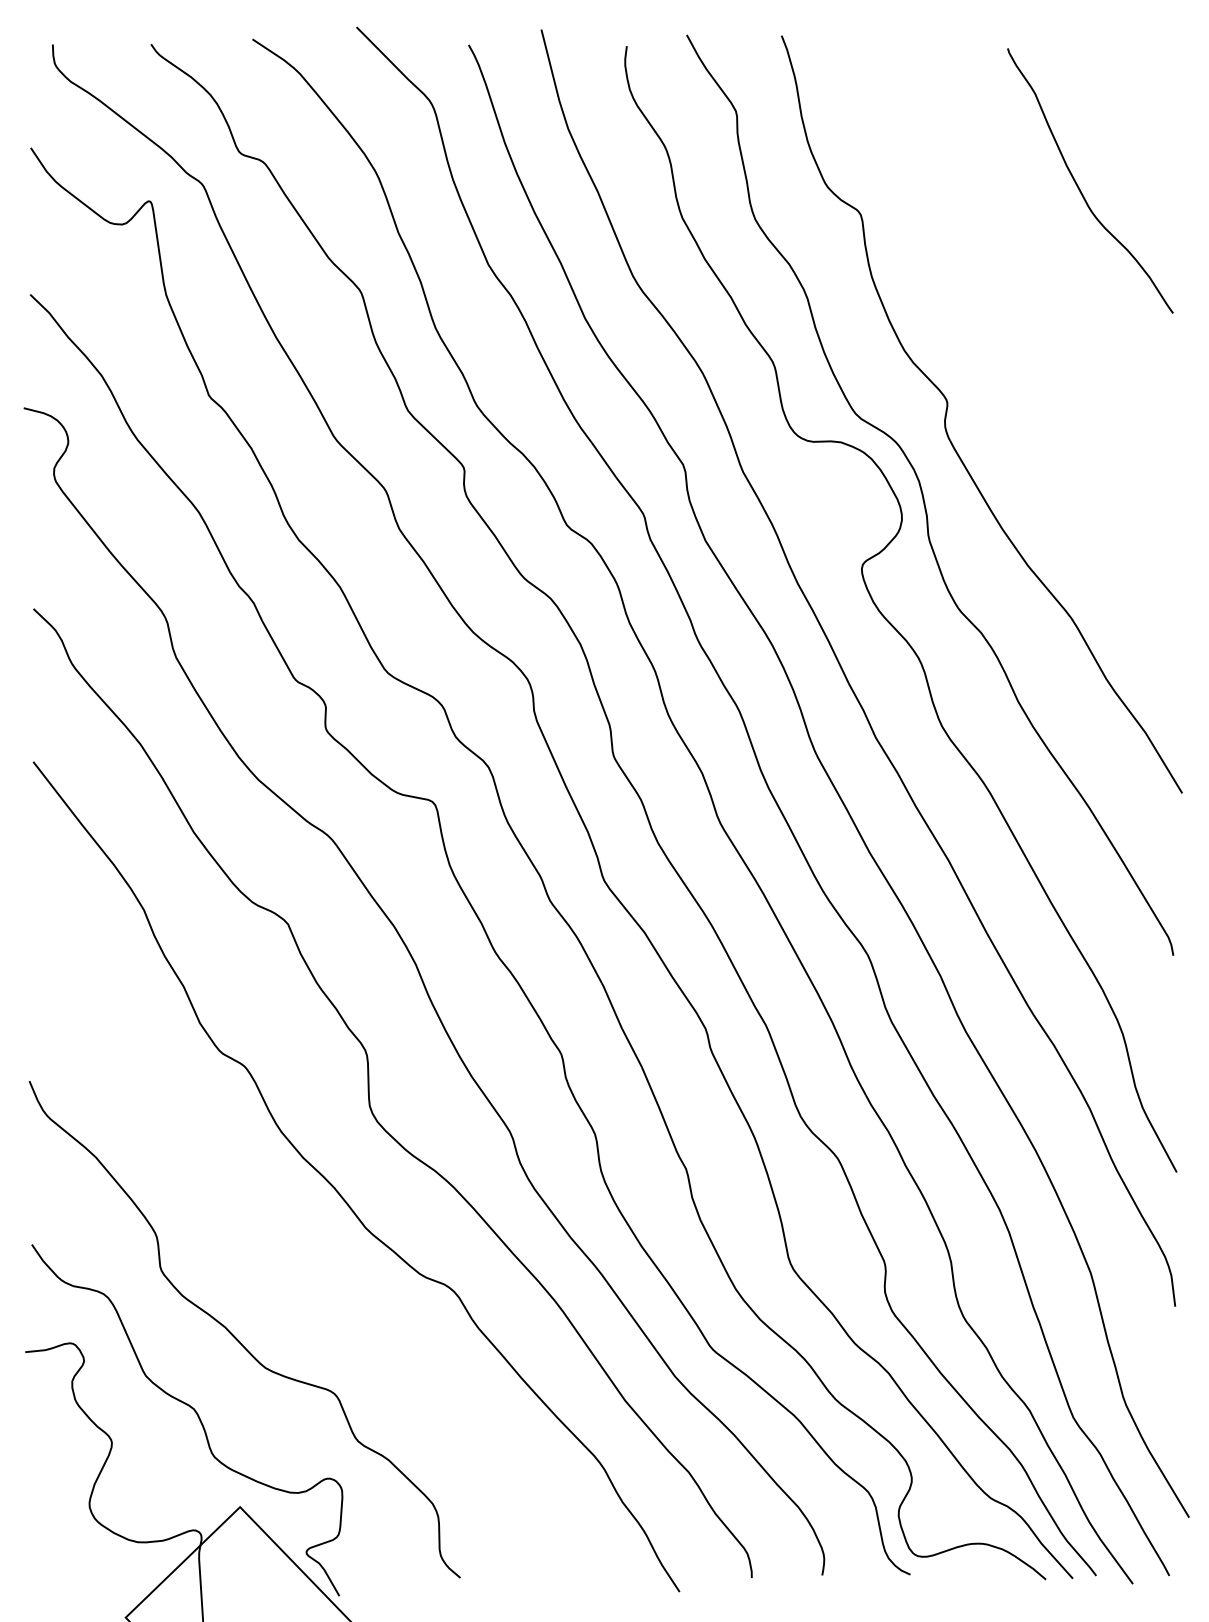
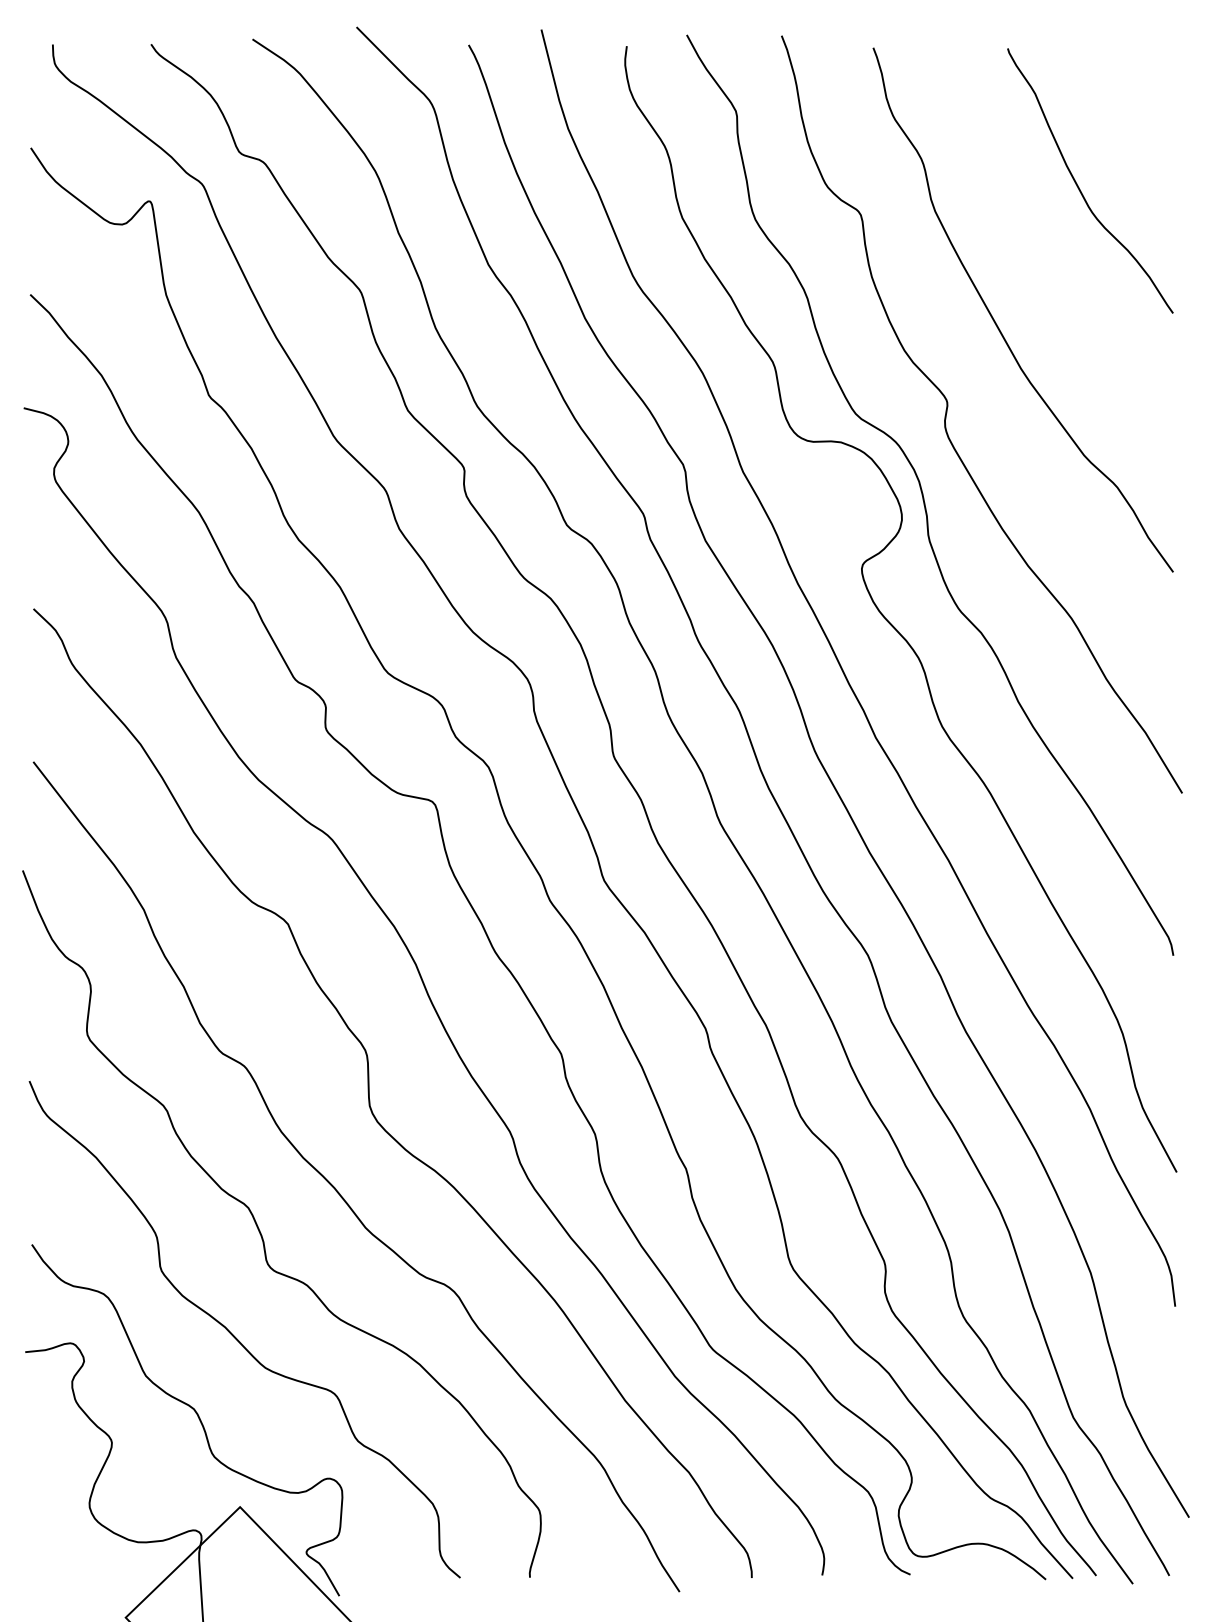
curve at (996, 322): none -> present
curve at (260, 1230): none -> present
